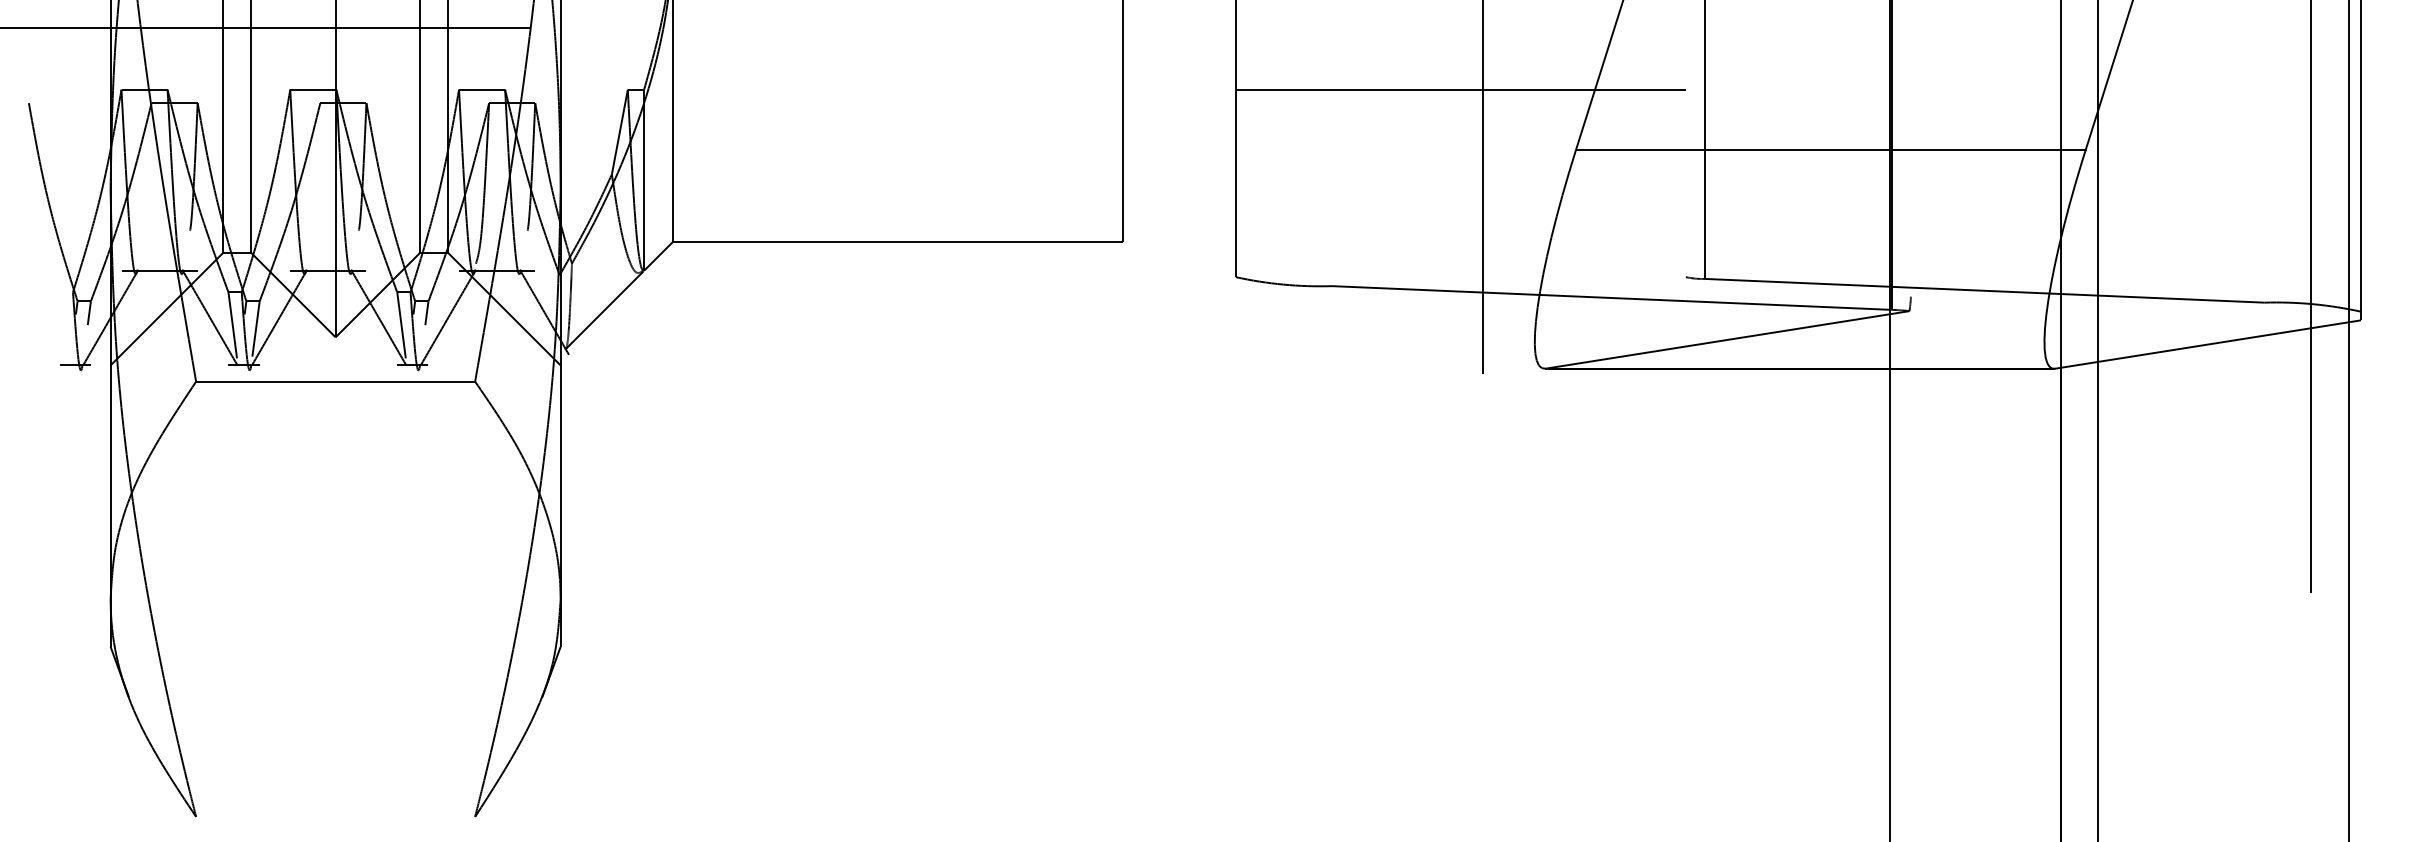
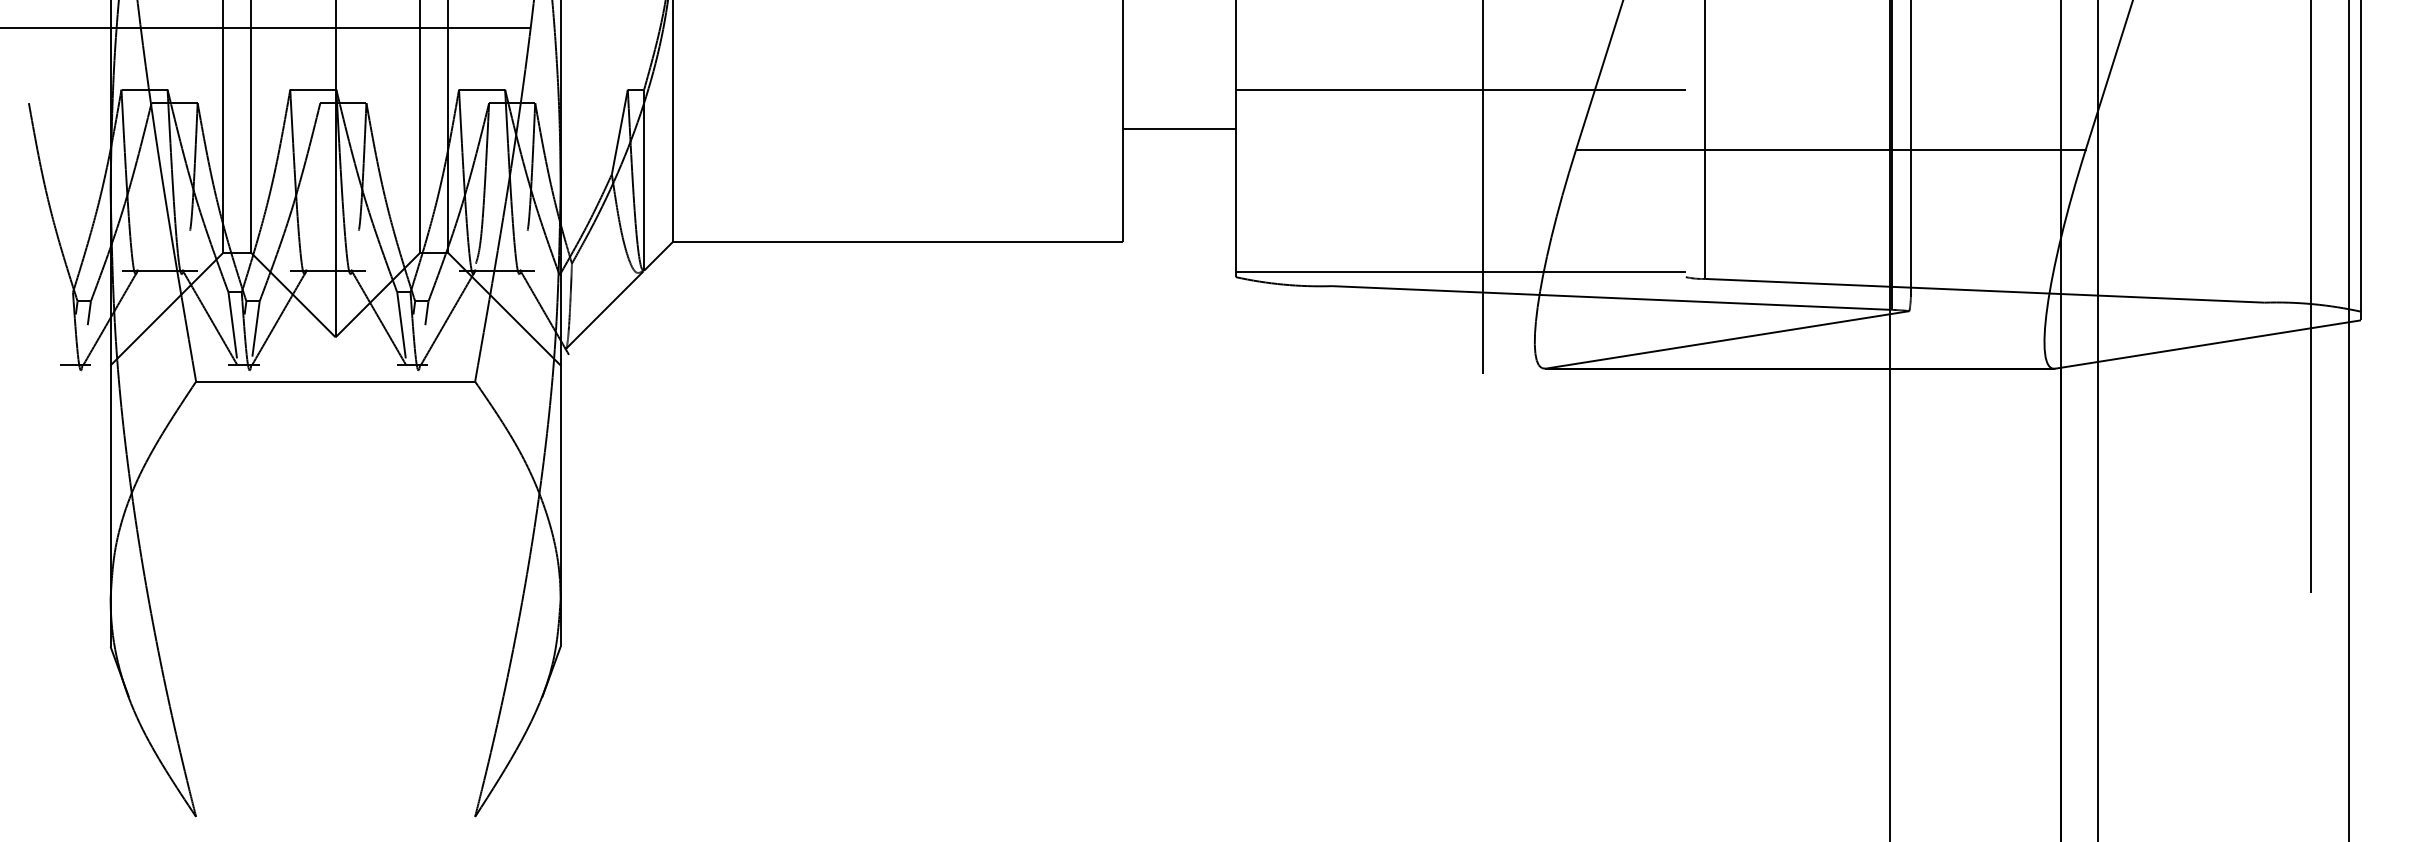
line at (1179, 129): none -> present
line at (1910, 149): none -> present
line at (1460, 272): none -> present
